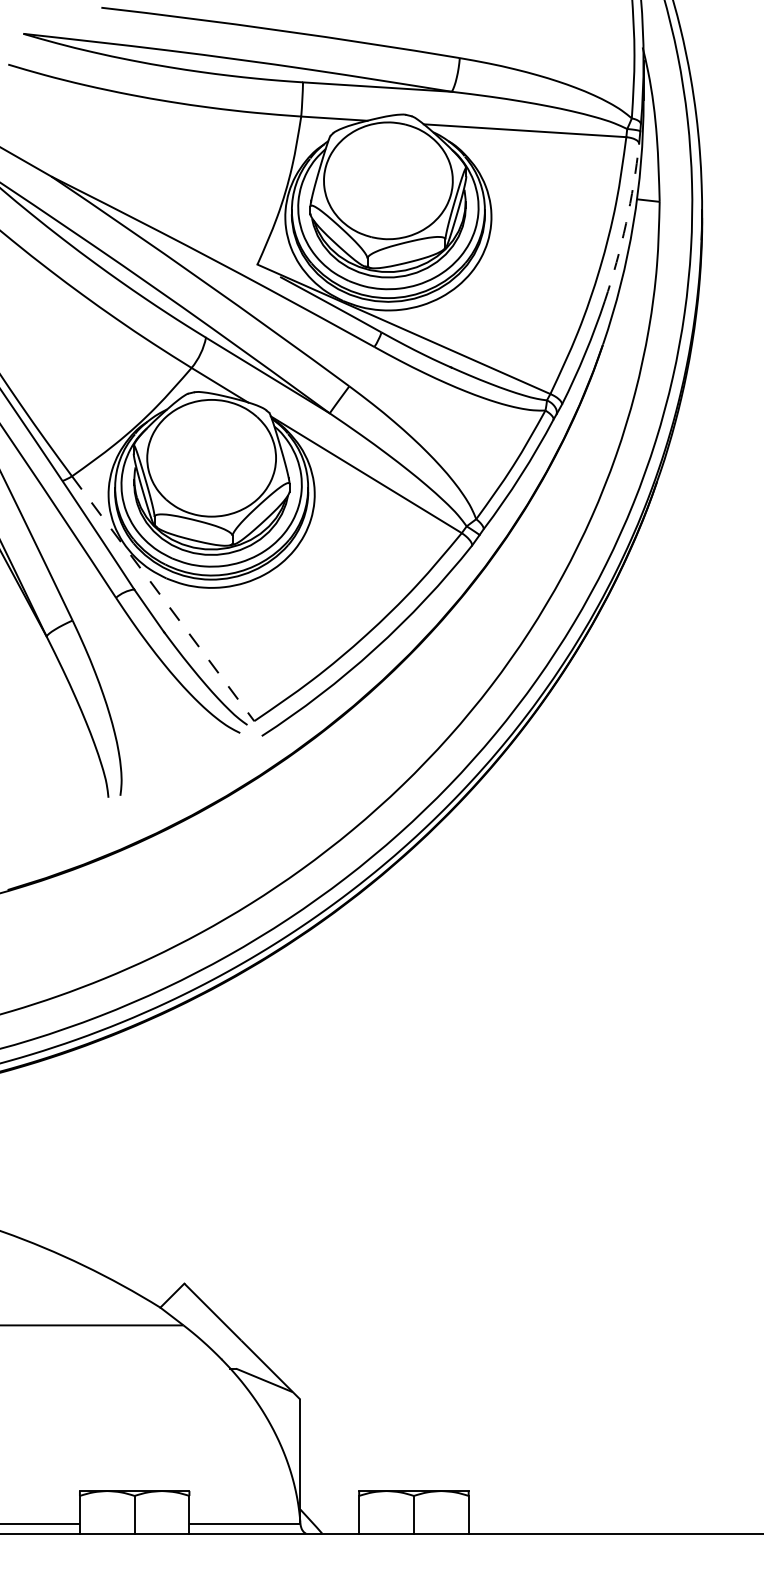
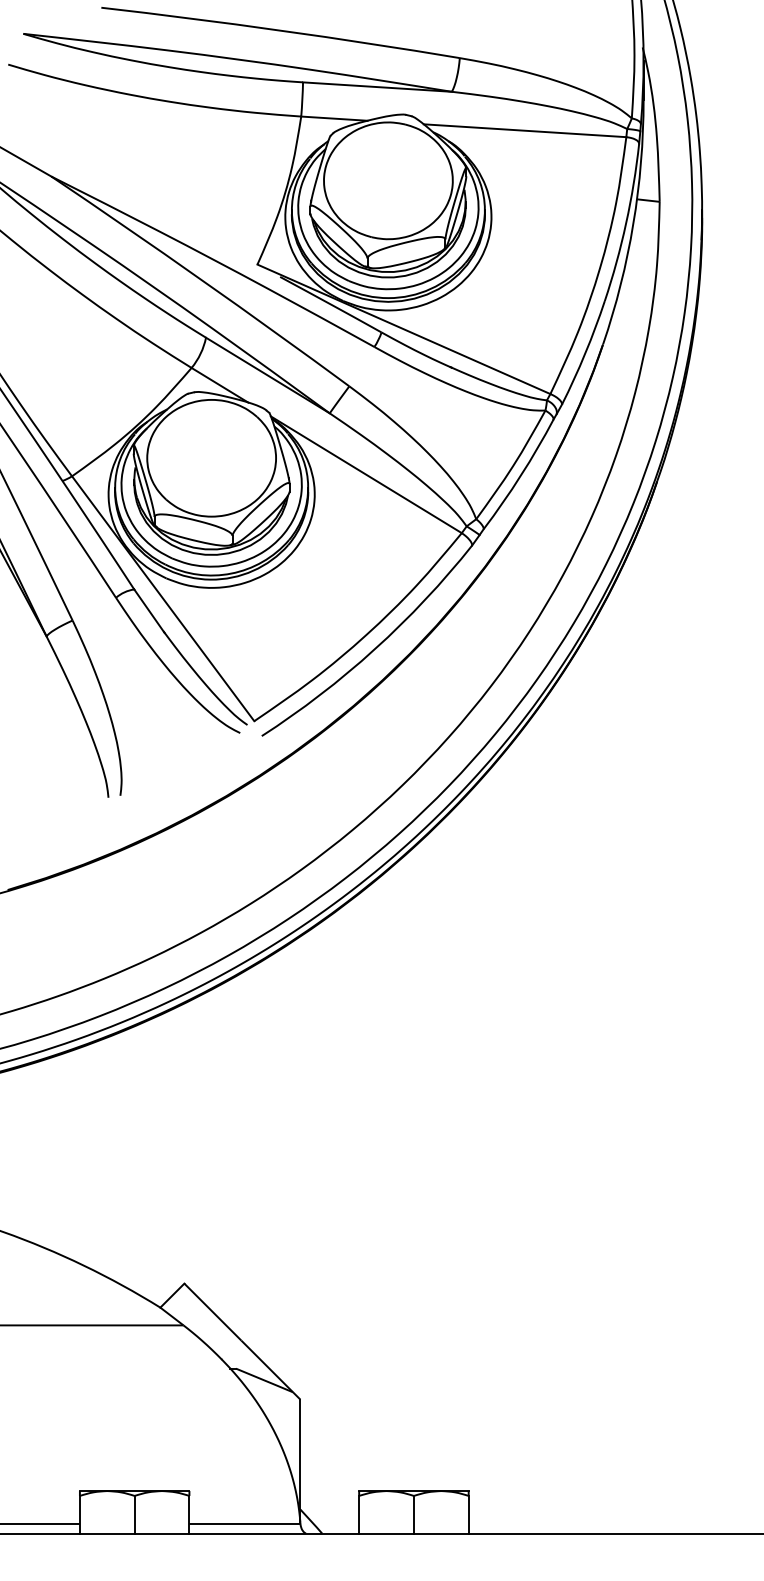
arc at (626, 223): dashed -> solid
line at (163, 598): dashed -> solid
